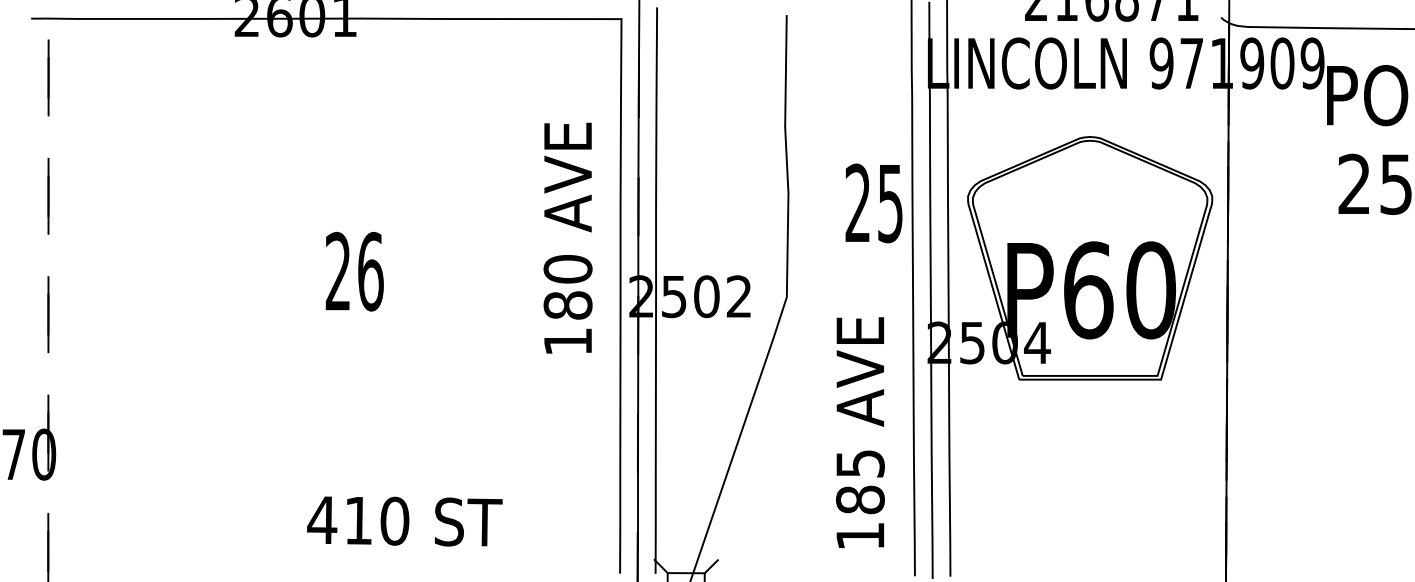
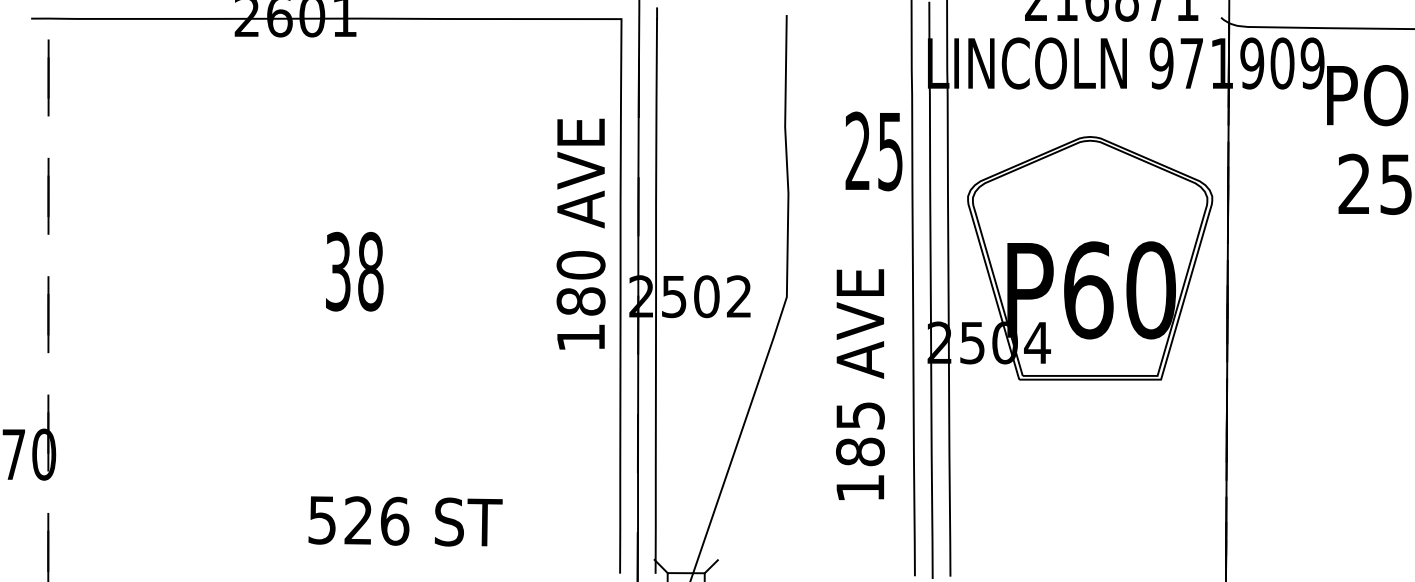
text at (873, 203) position: (873, 203) -> (873, 151)
text at (567, 237) position: (567, 237) -> (580, 233)
text at (354, 271): 26 -> 38
text at (860, 432) position: (860, 432) -> (860, 384)
text at (358, 520): 410 -> 526
